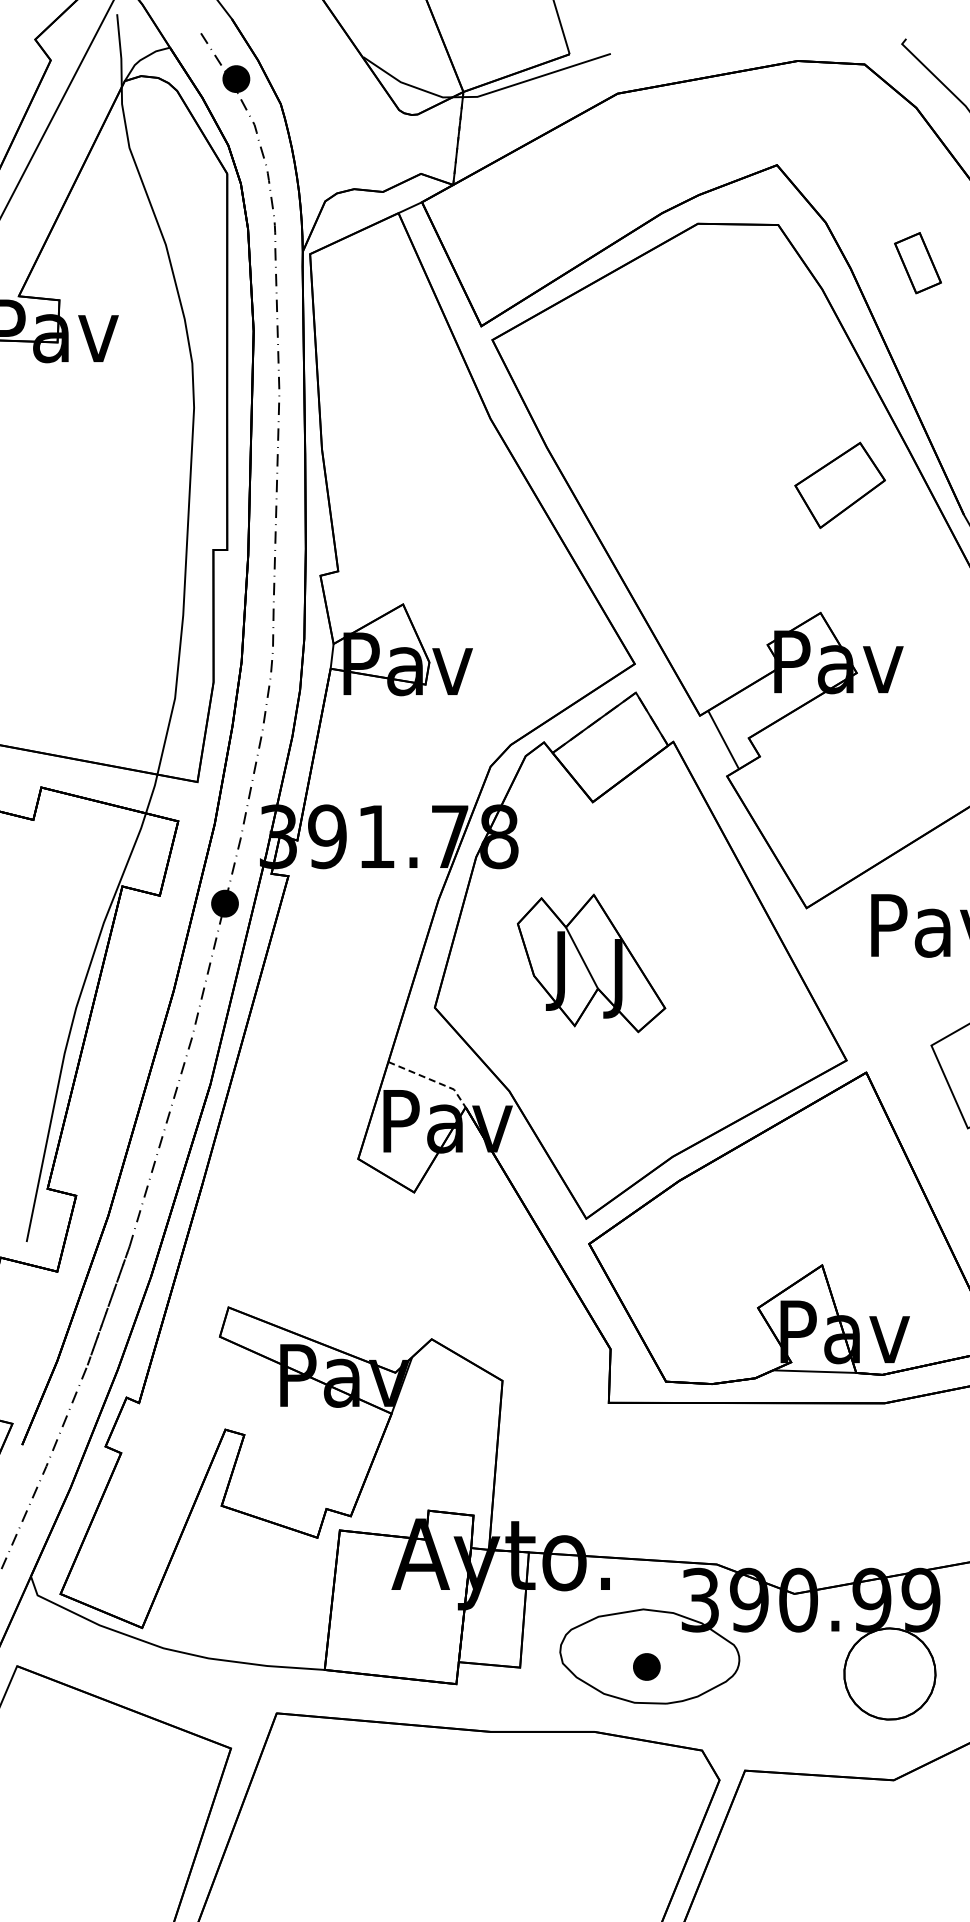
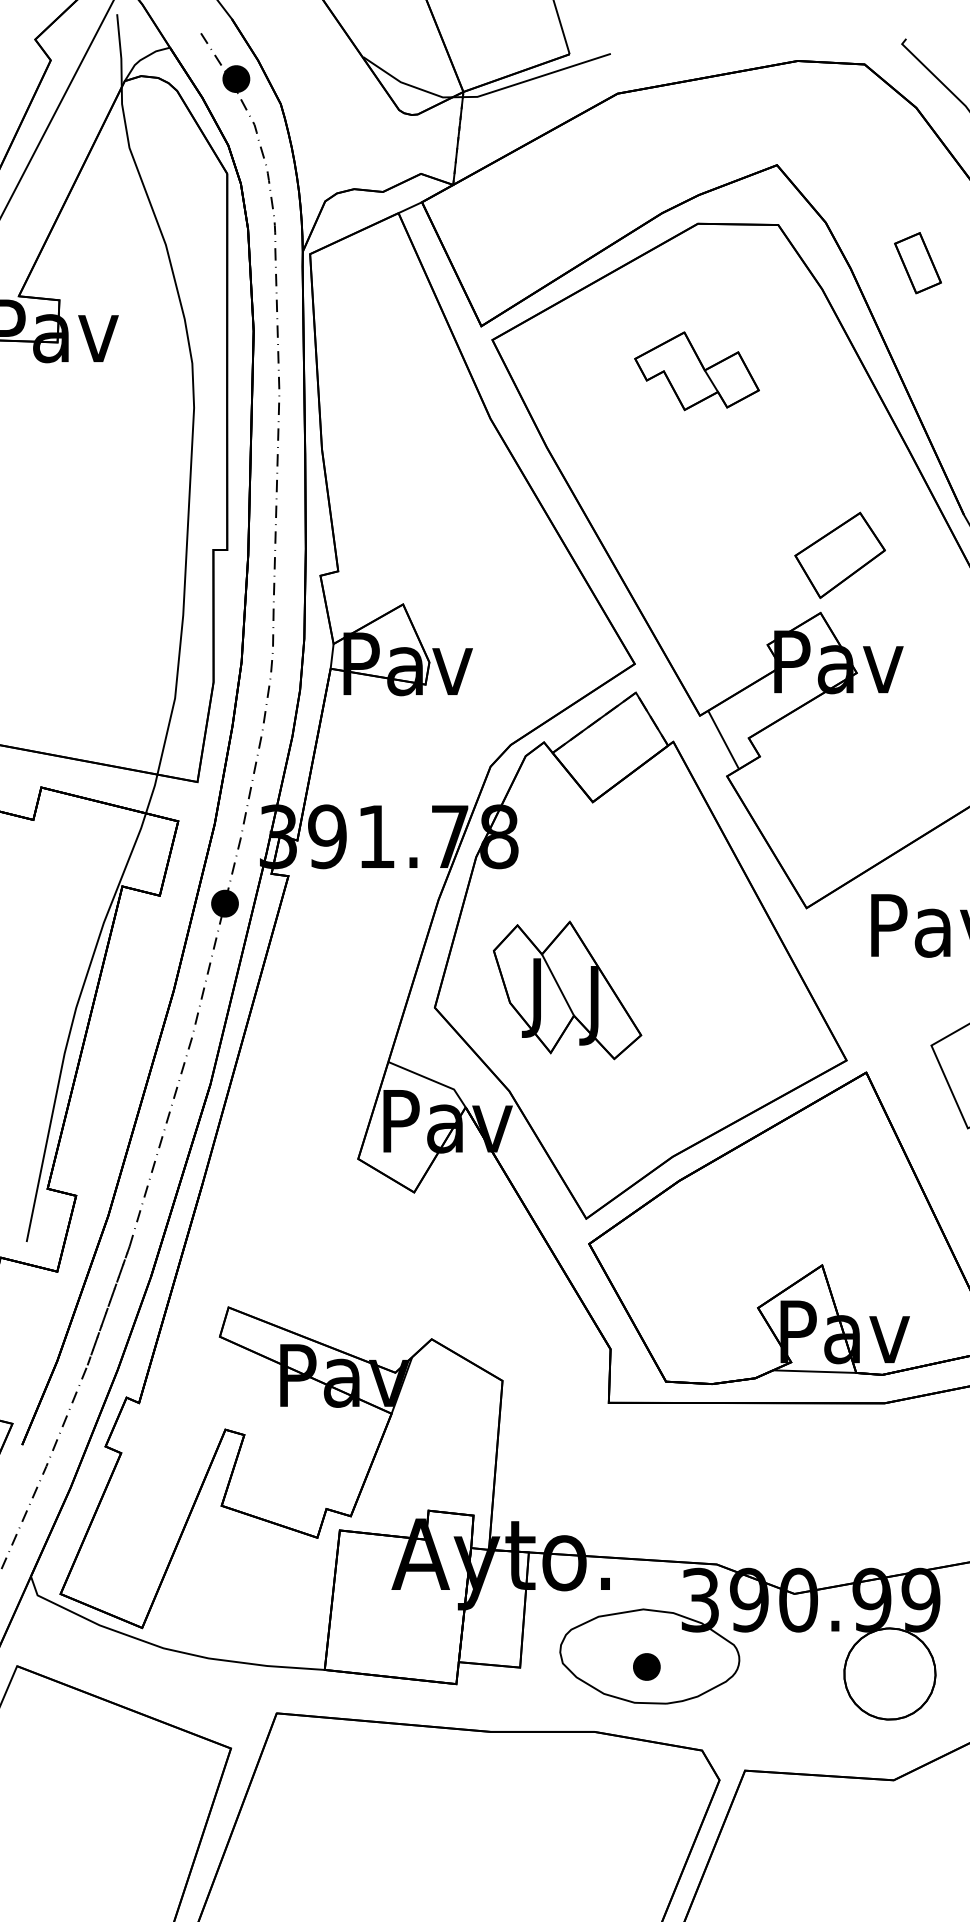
part at (696, 371): none -> present
part at (839, 484) position: (839, 484) -> (839, 554)
part at (591, 963) position: (591, 963) -> (567, 990)
line at (432, 1080): dashed -> solid
